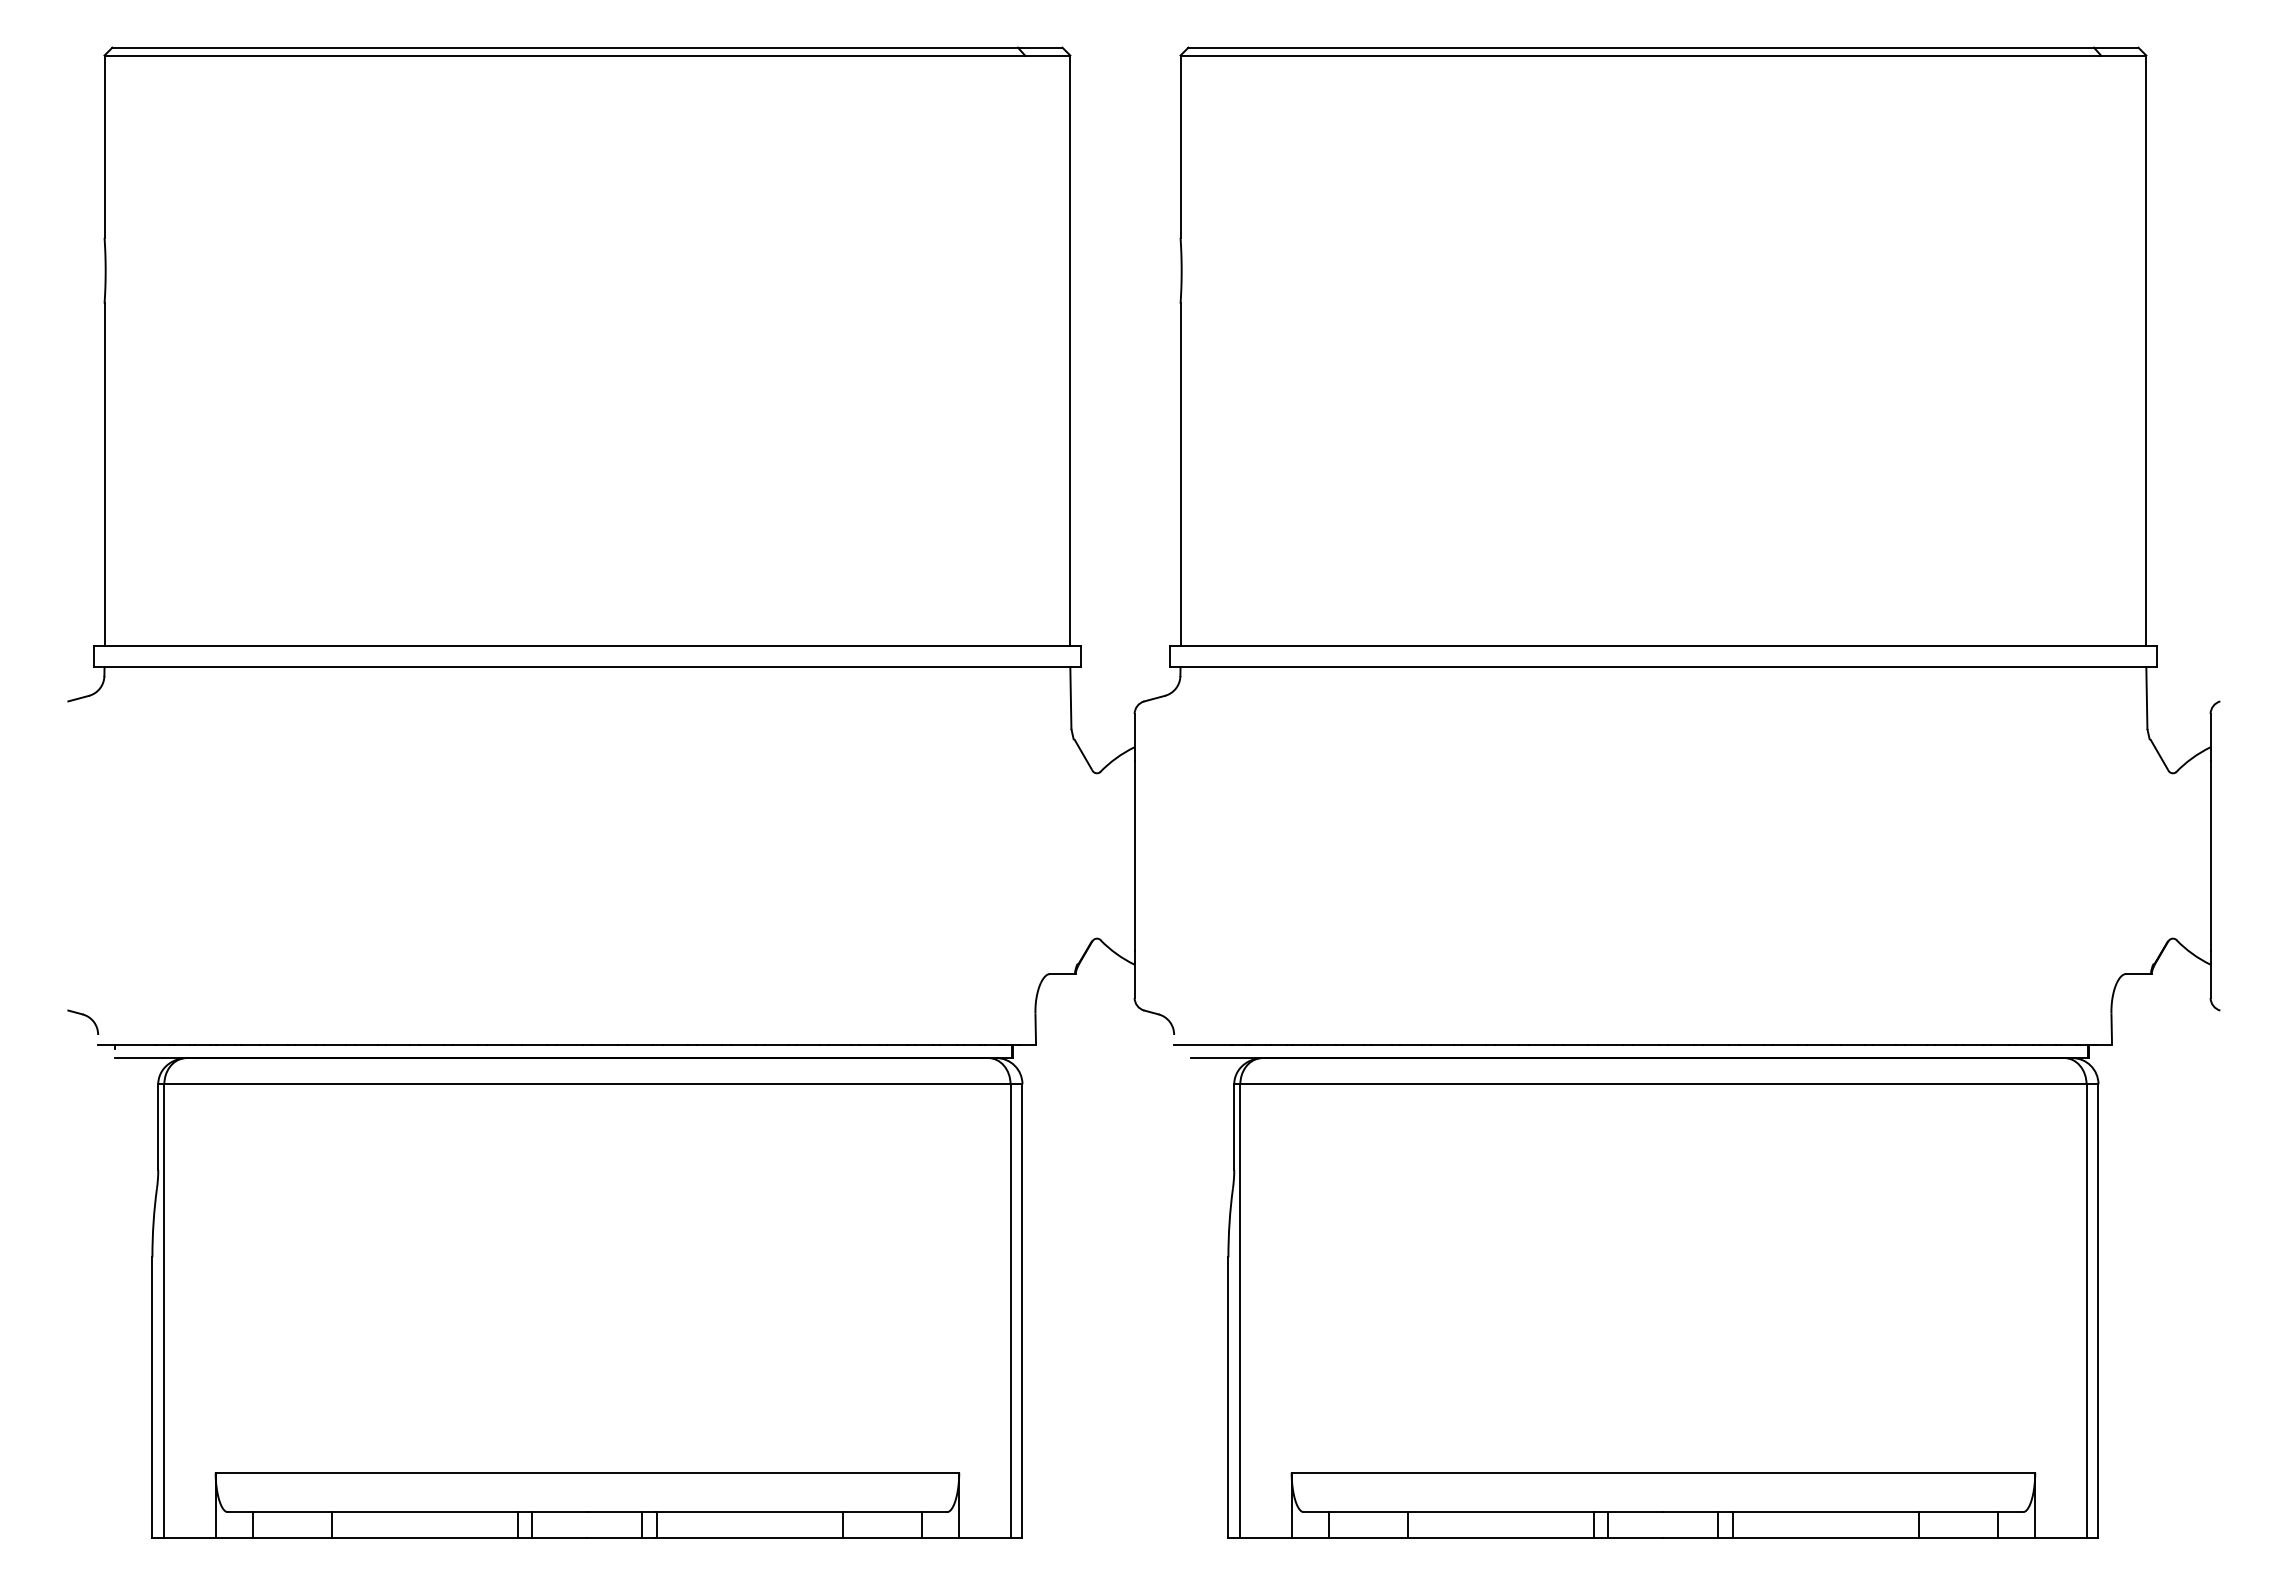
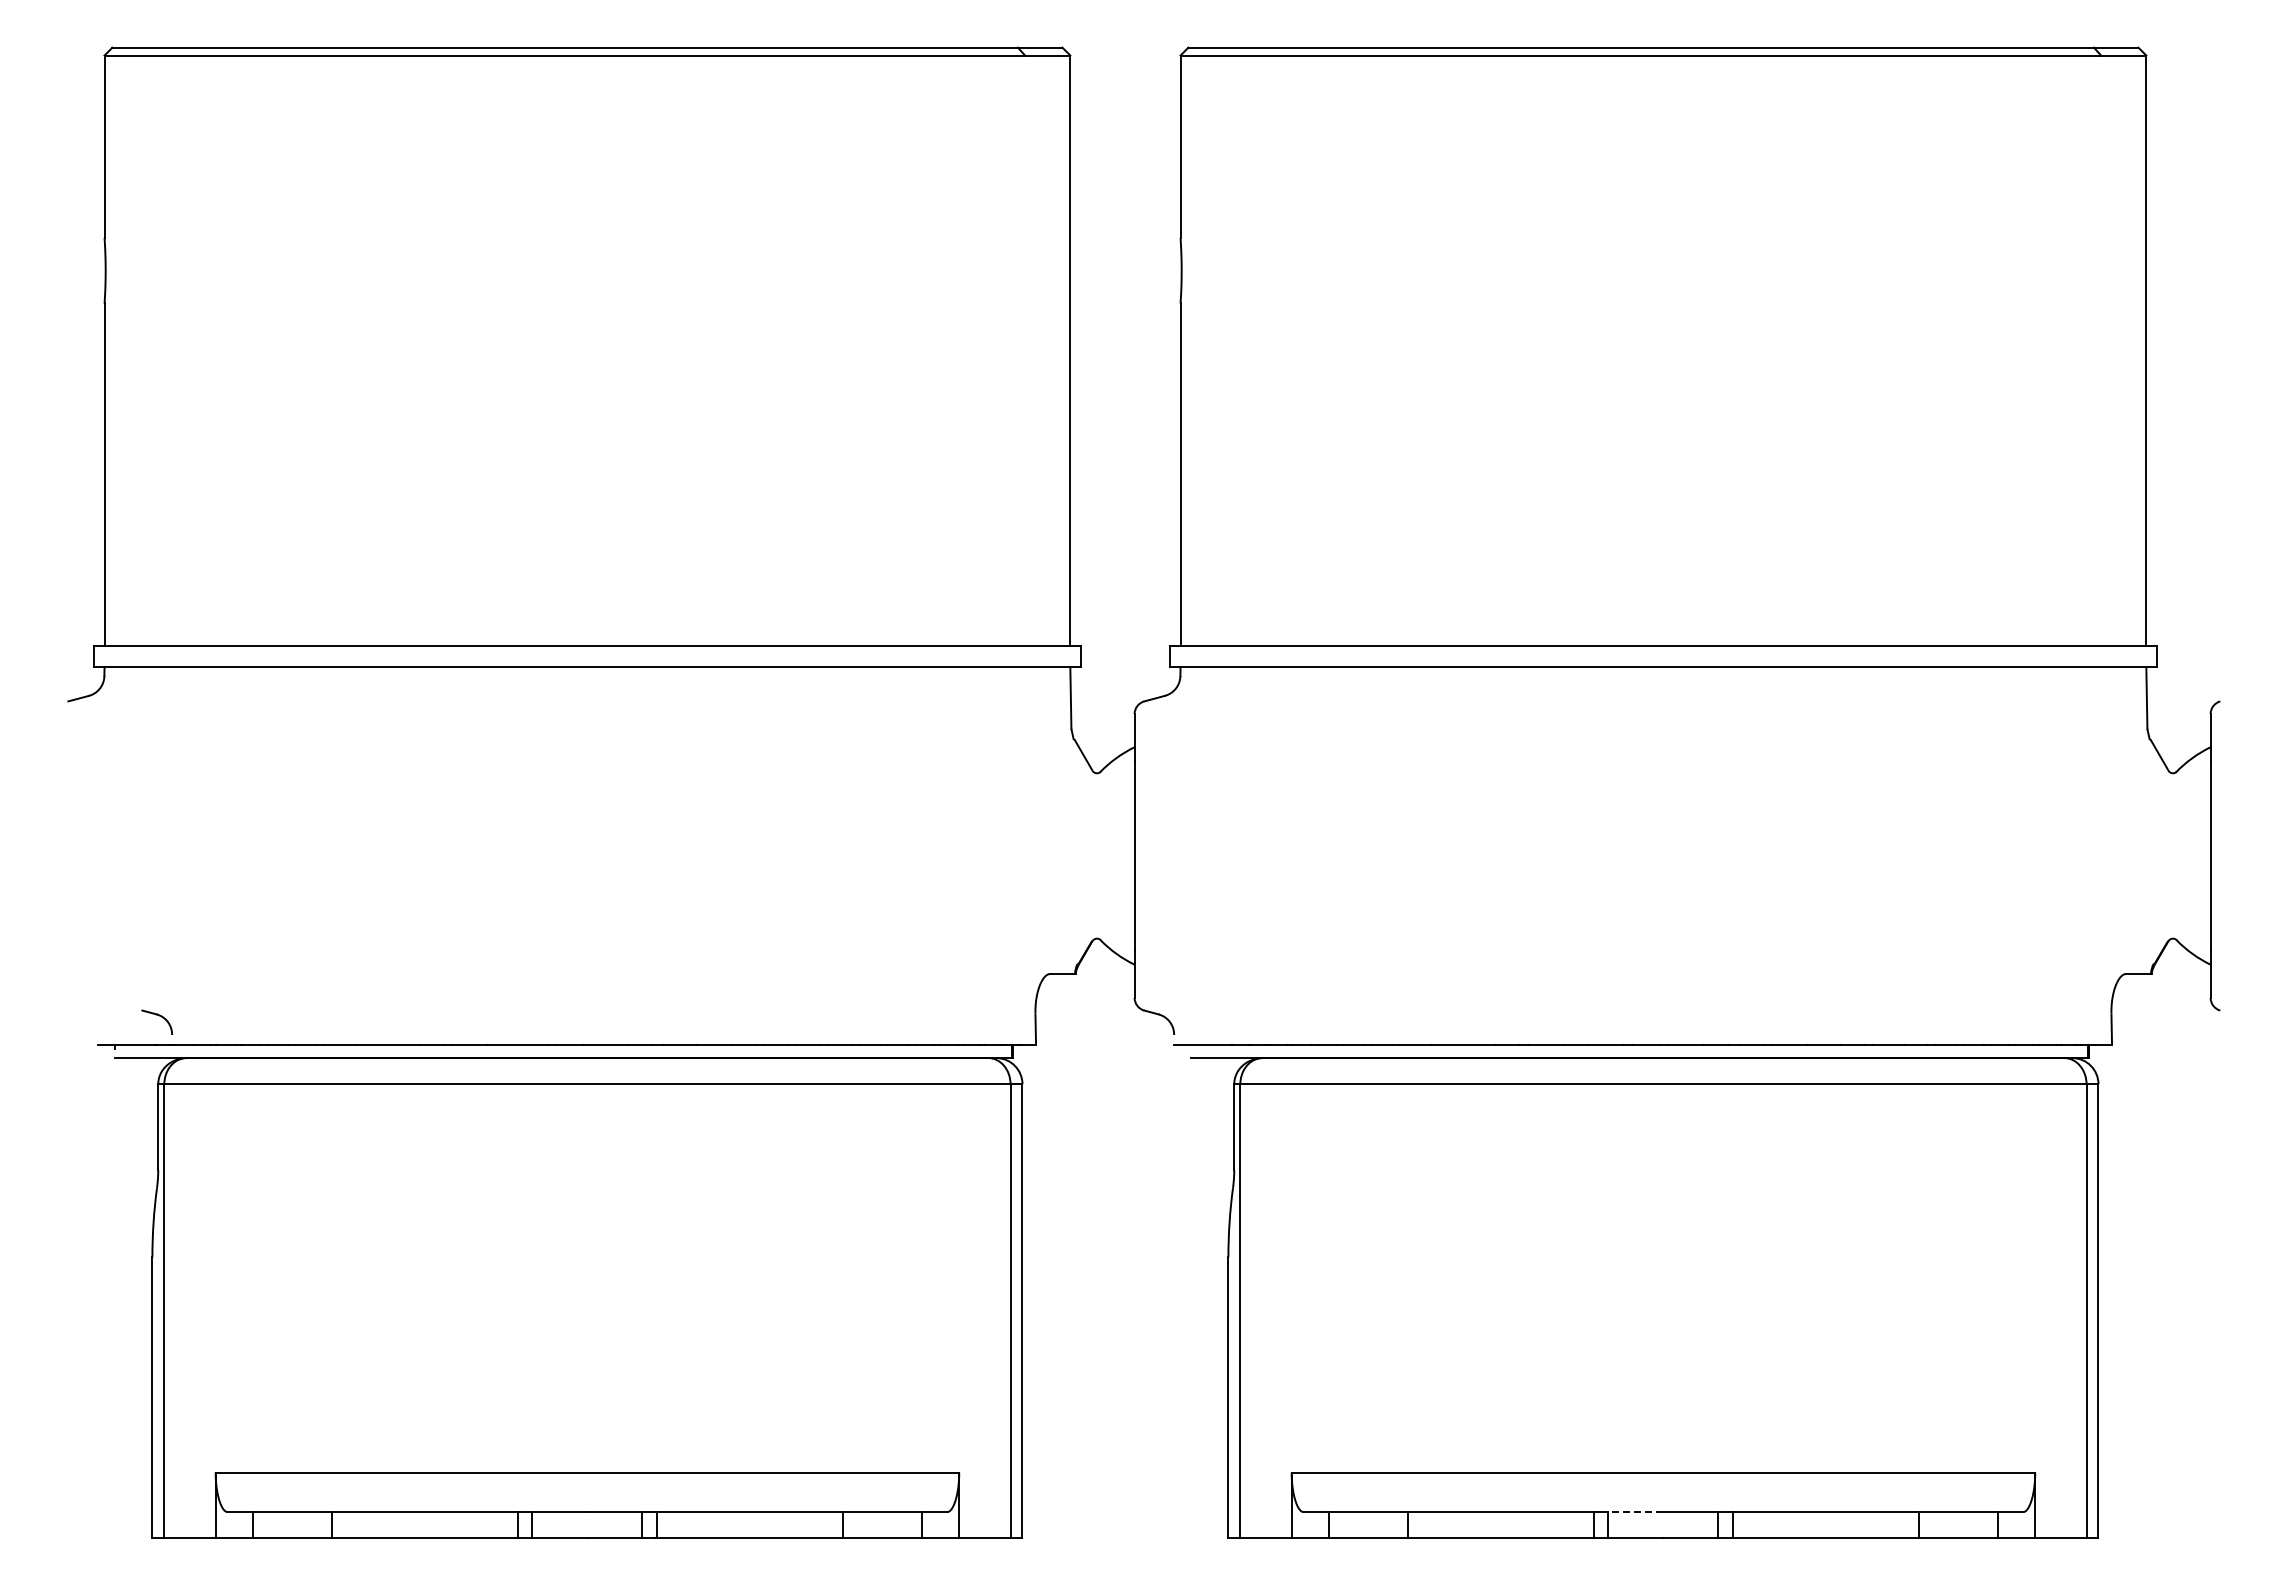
part at (82, 1021) position: (82, 1021) -> (156, 1021)
line at (1635, 1512): solid -> dashed
